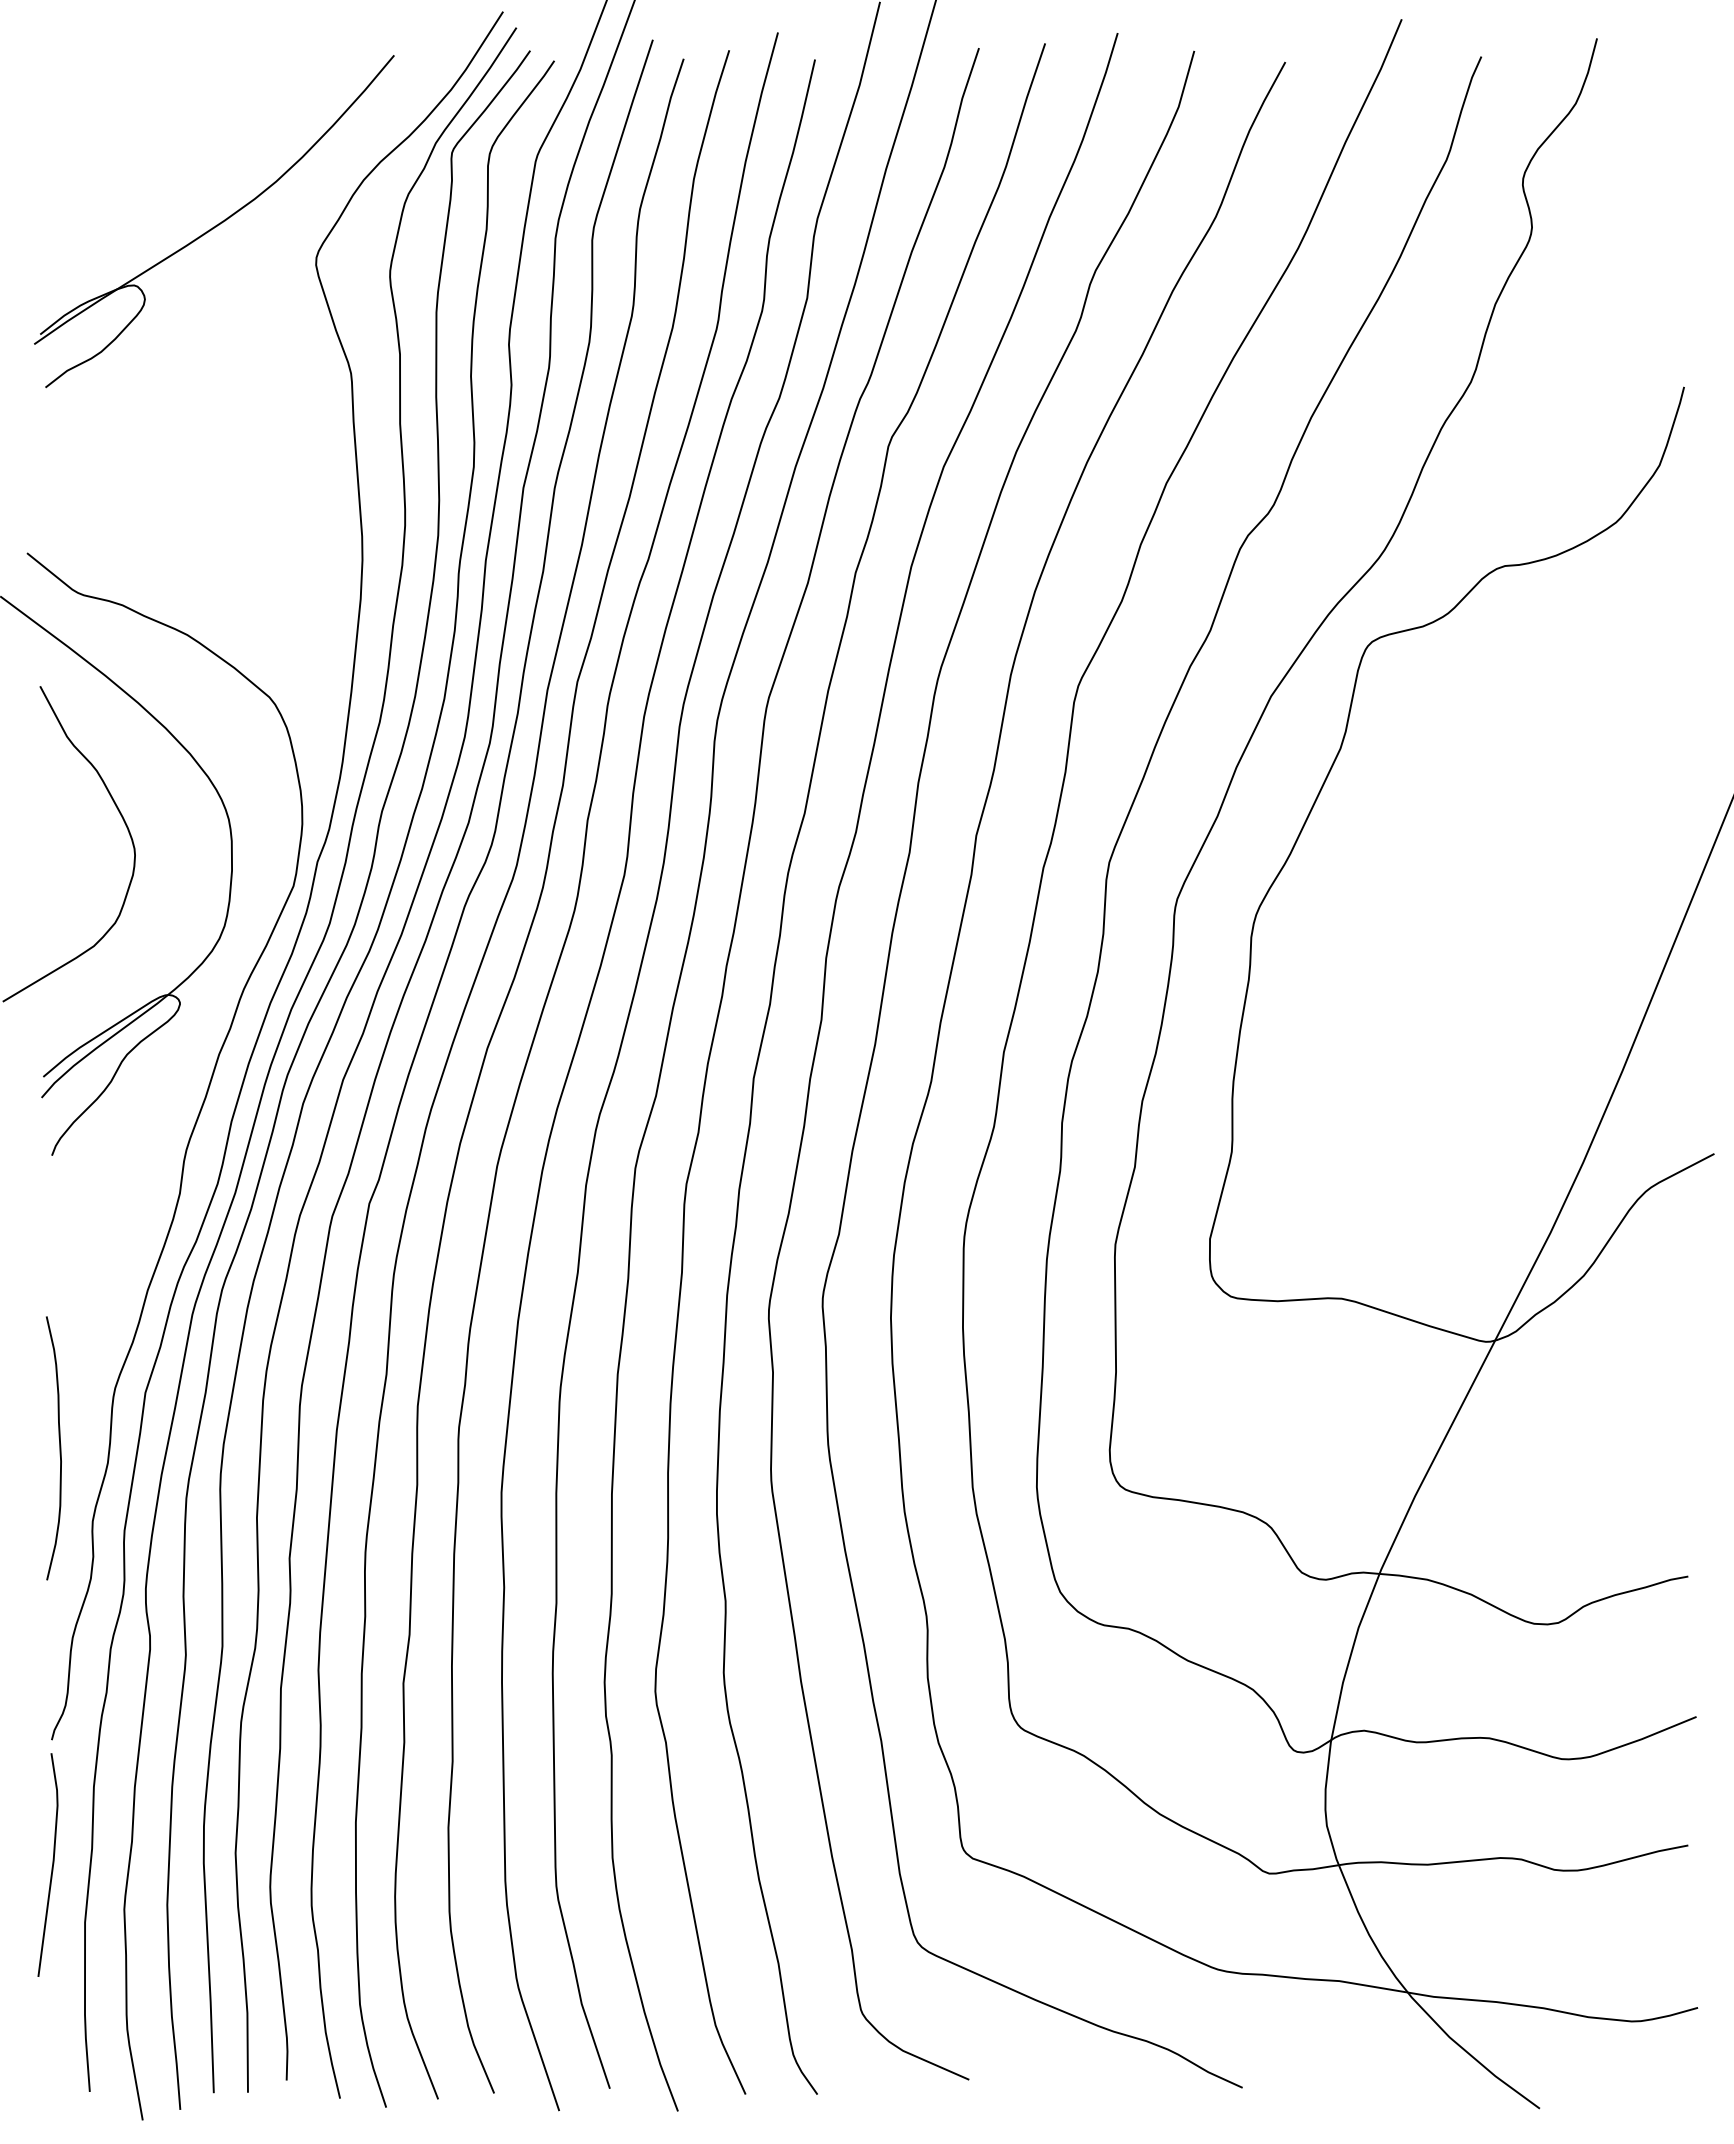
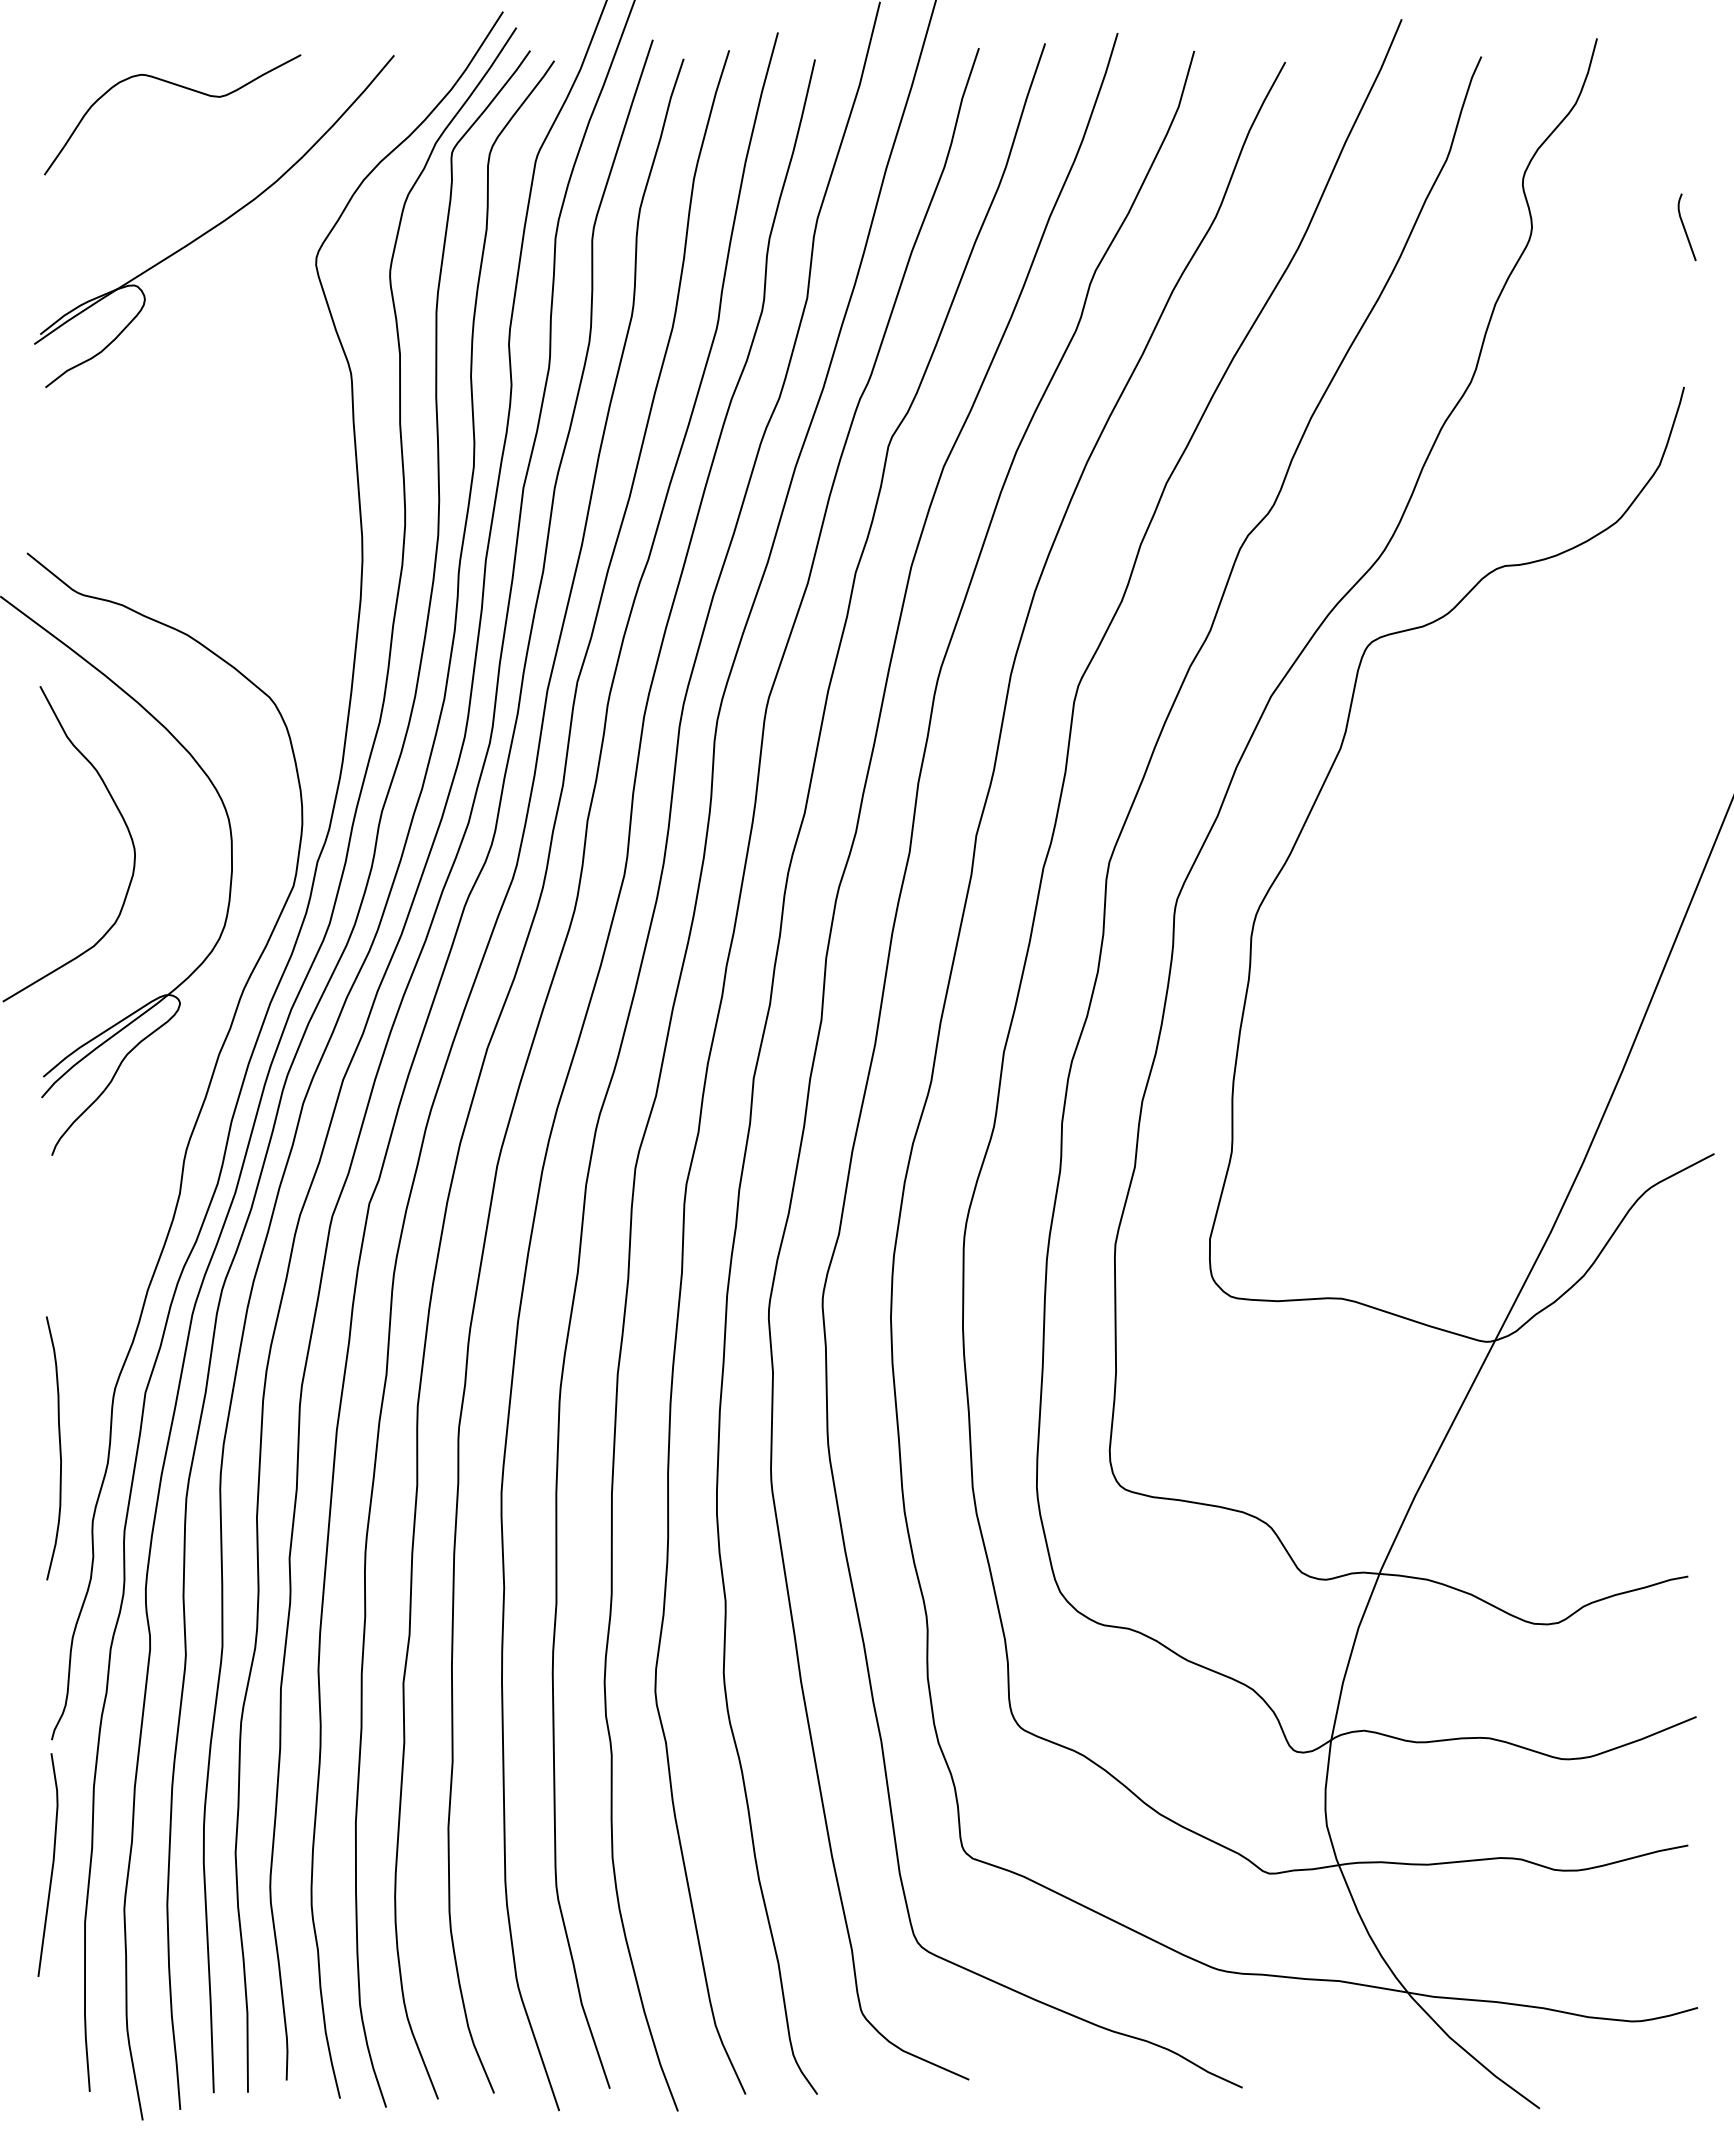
curve at (181, 87): none -> present
curve at (1685, 228): none -> present
